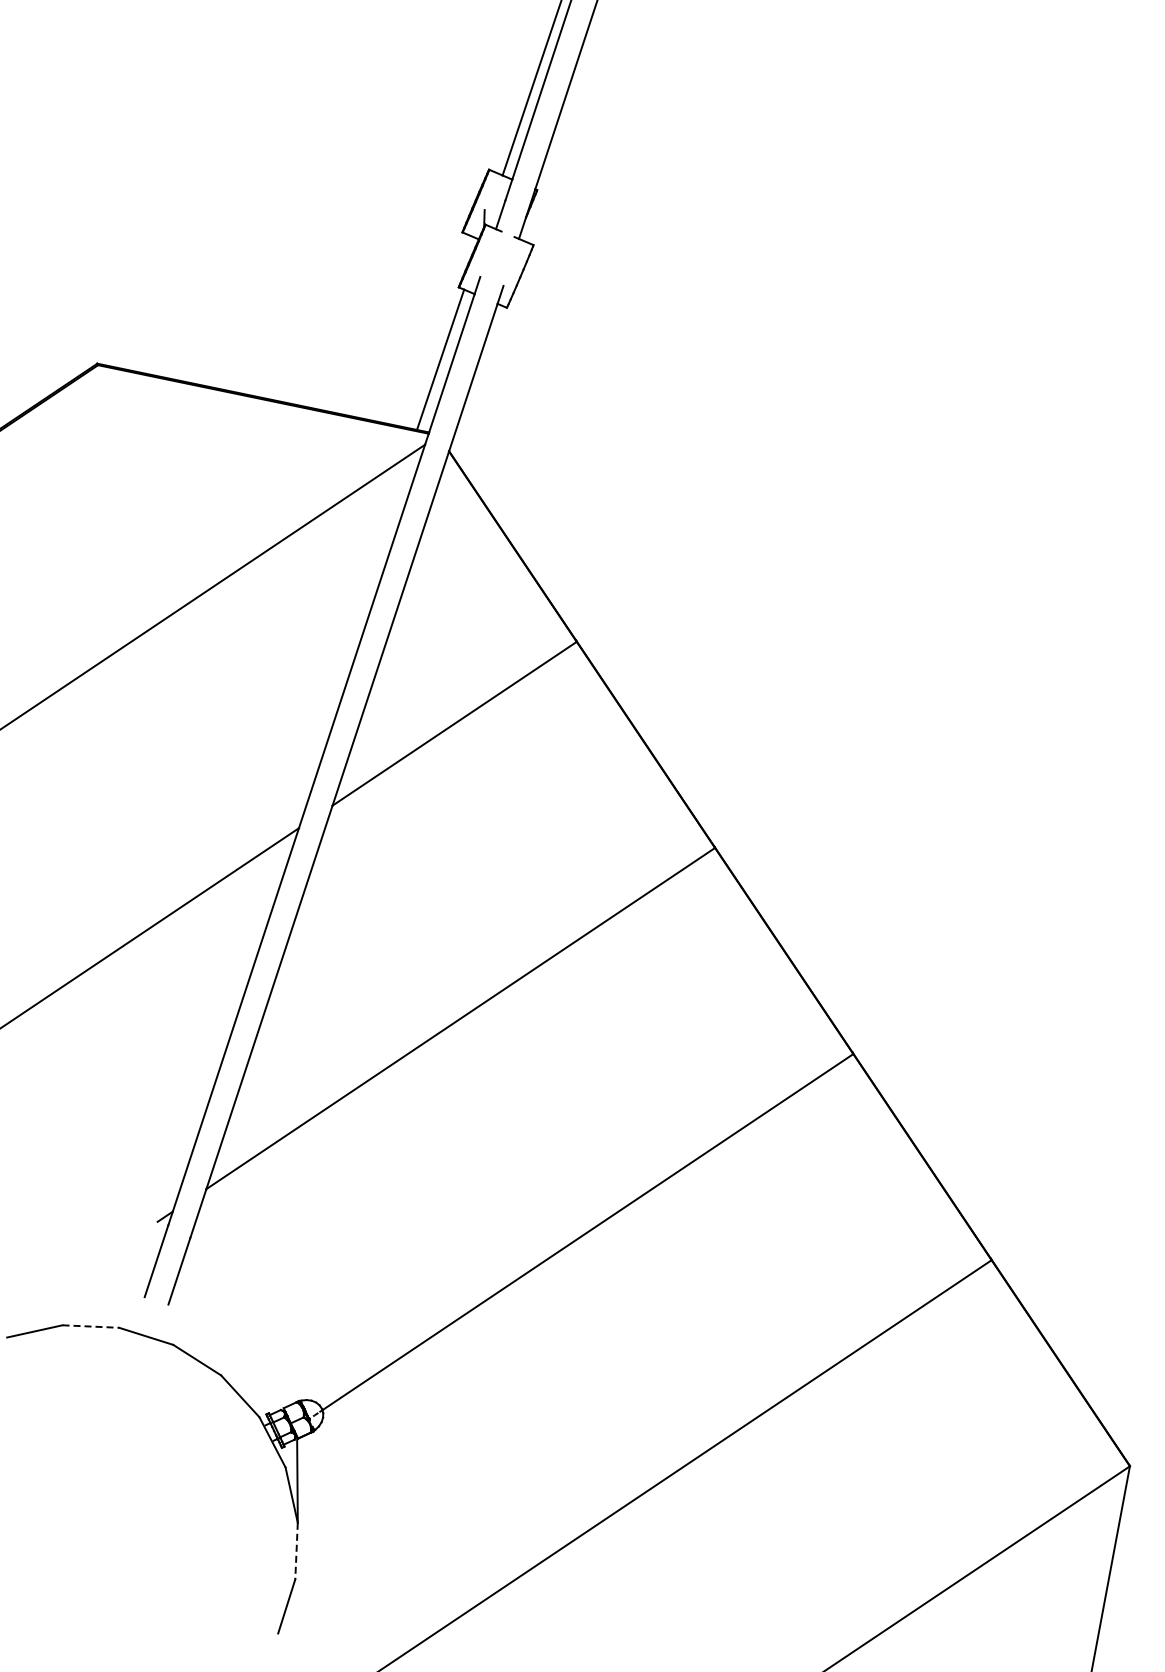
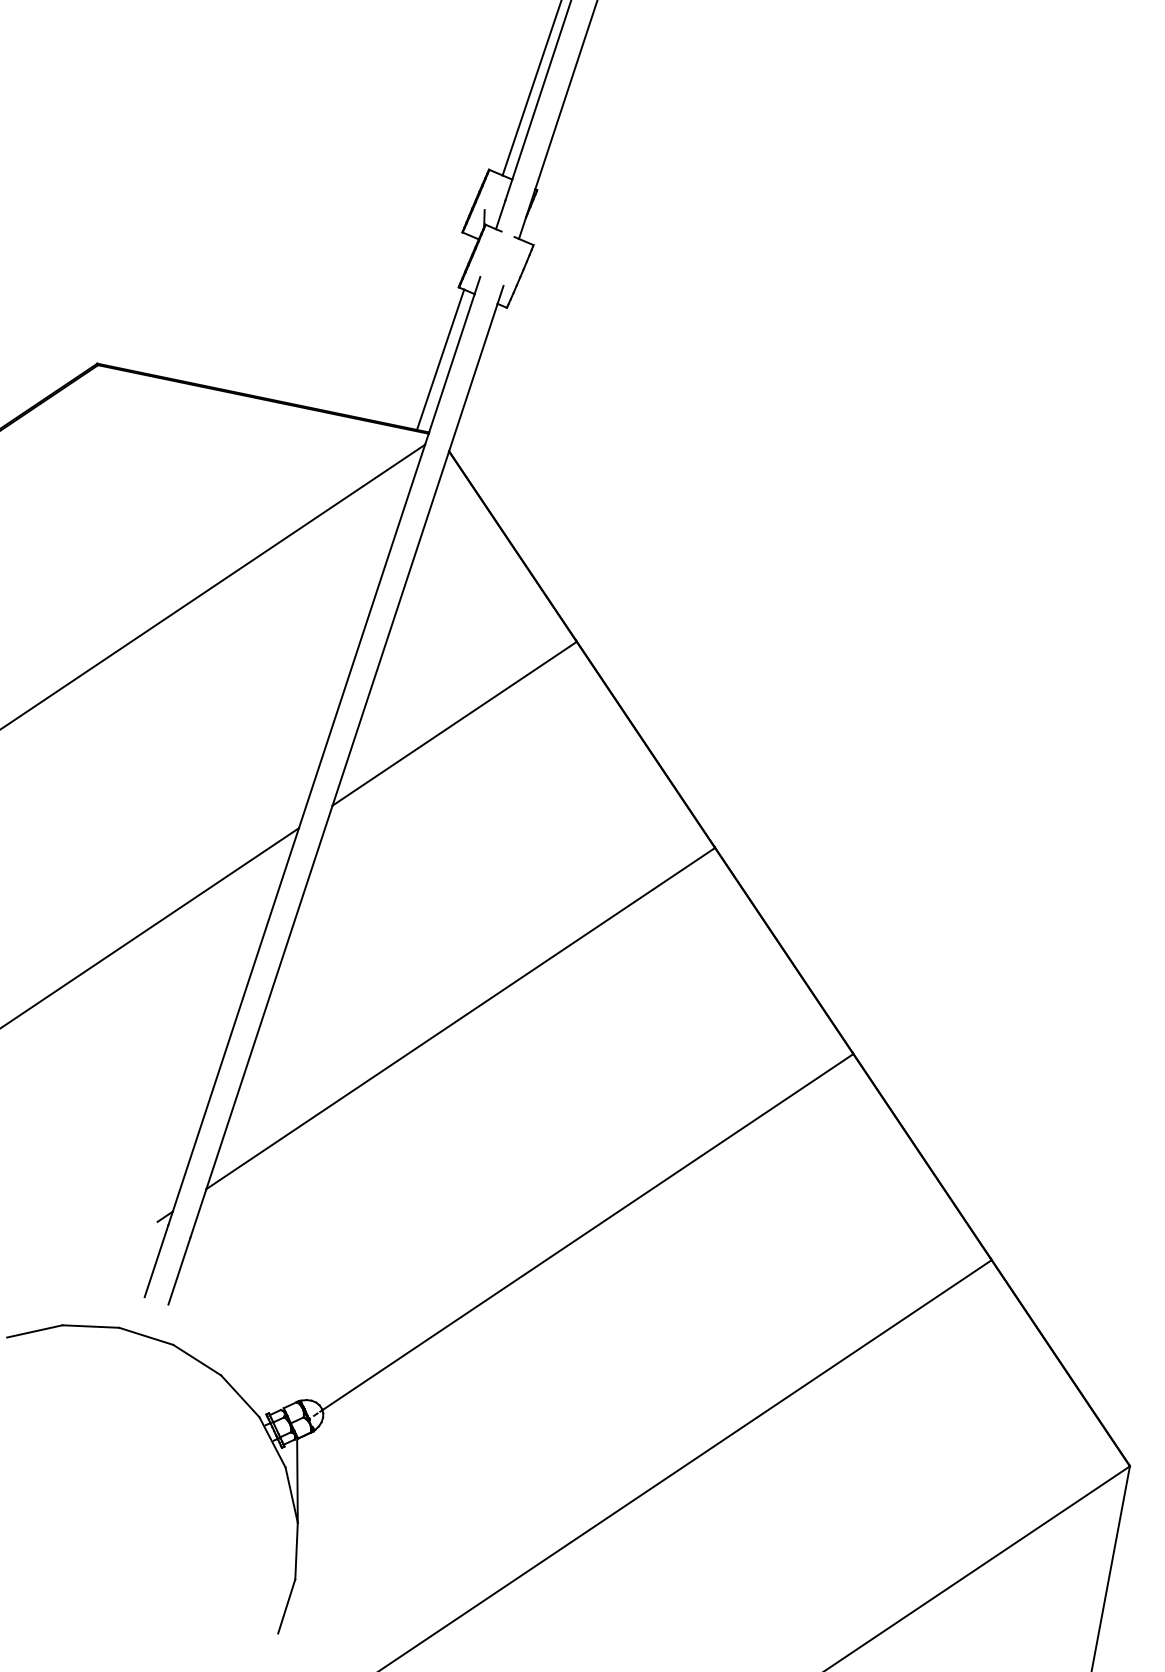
line at (91, 1326): dashed -> solid
line at (296, 1551): dashed -> solid
